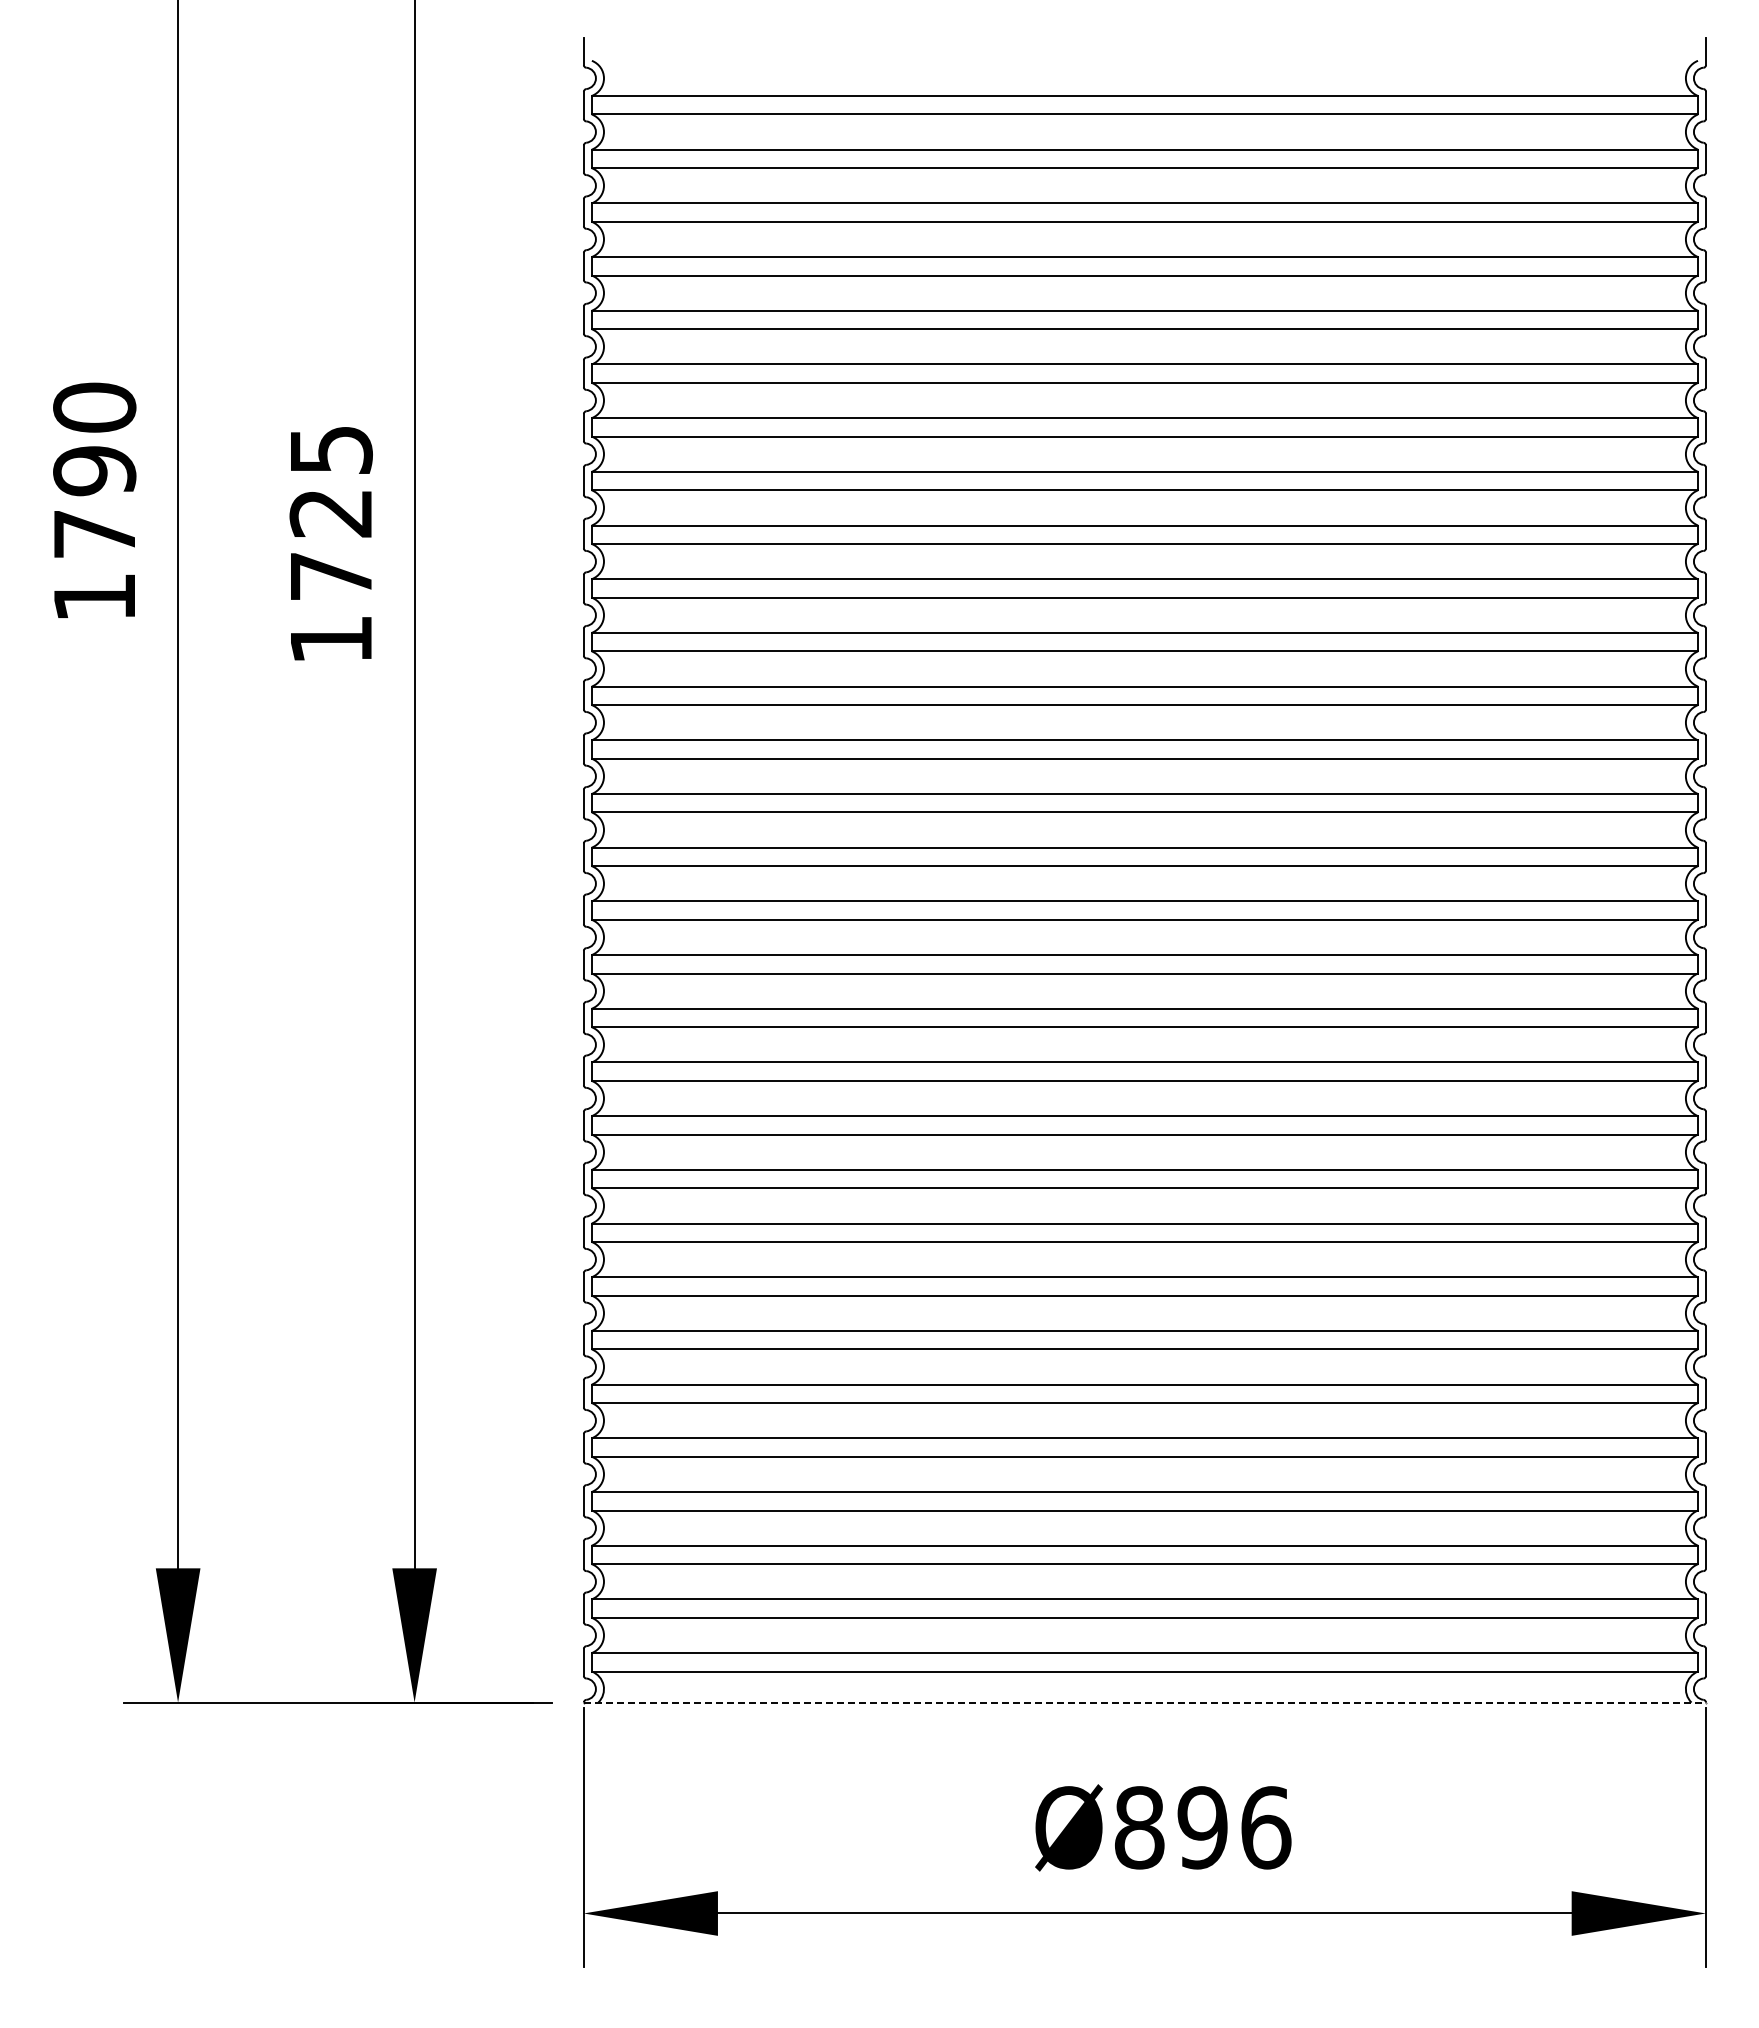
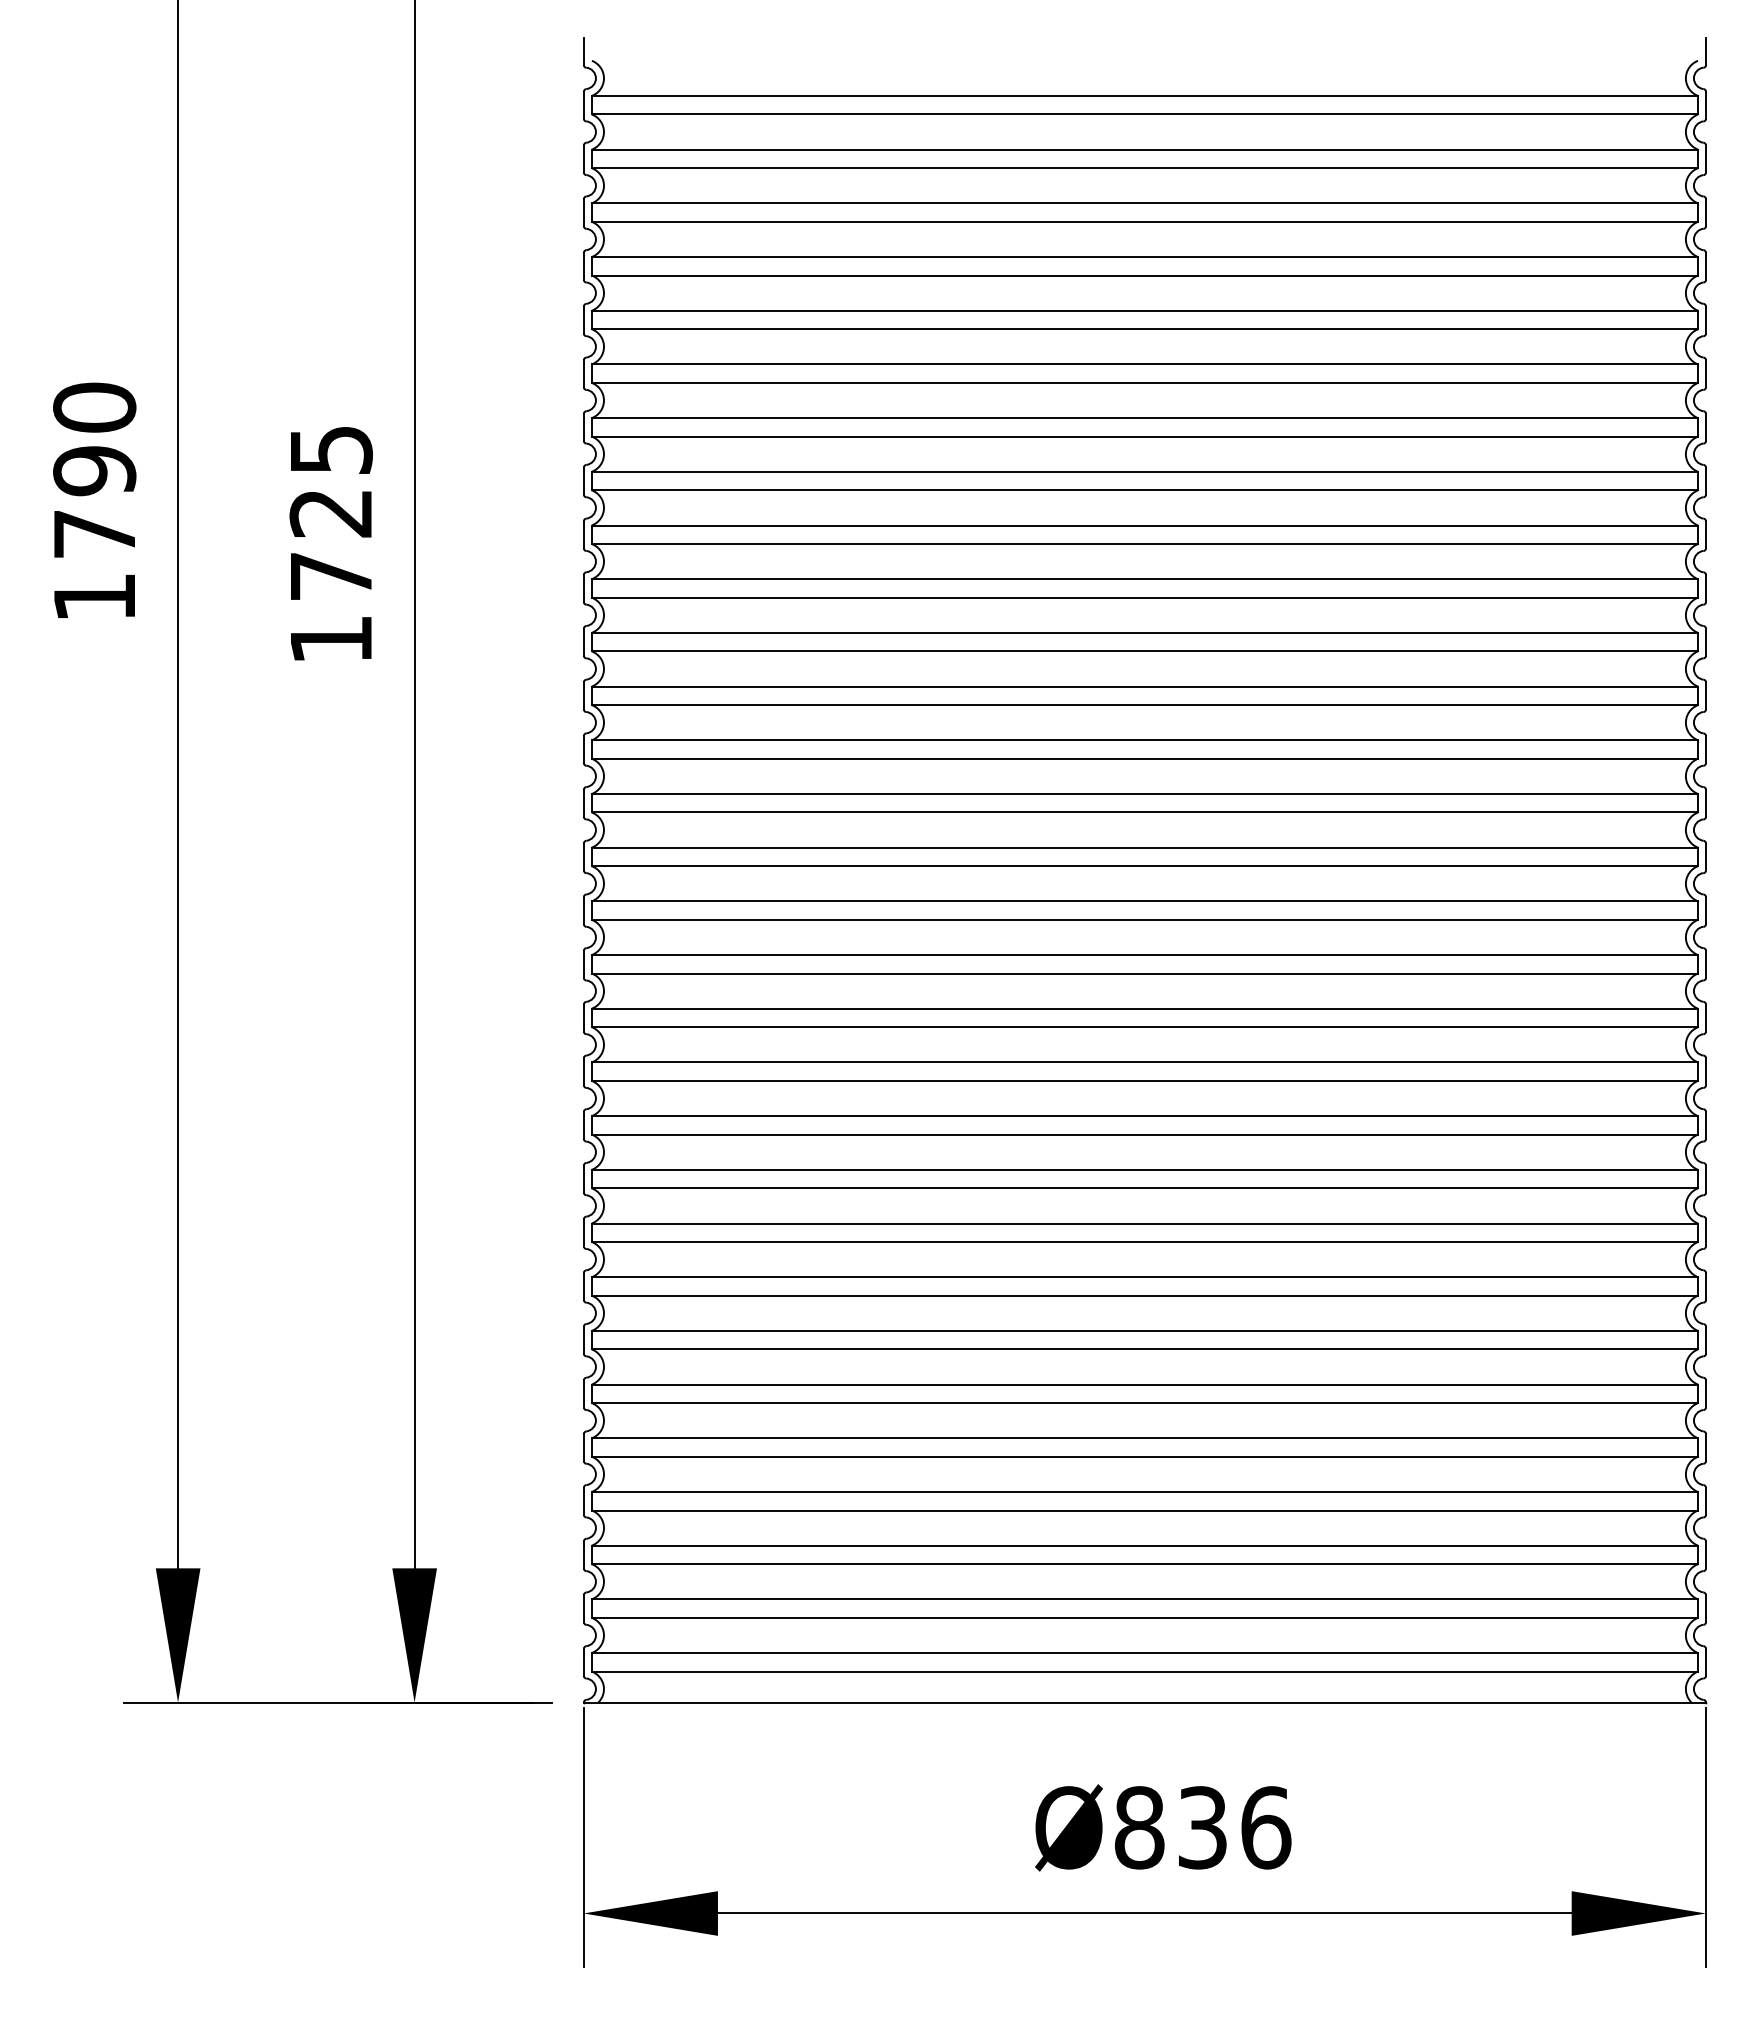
line at (1145, 1702): dashed -> solid
text at (1202, 1827): Ø896 -> Ø836
